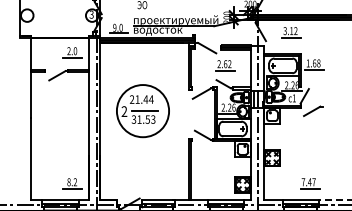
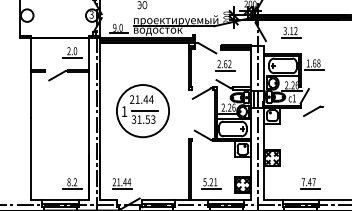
text at (124, 111): 2 -> 1
part at (122, 183): none -> present
part at (211, 183): none -> present
line at (334, 199): dashed -> solid
